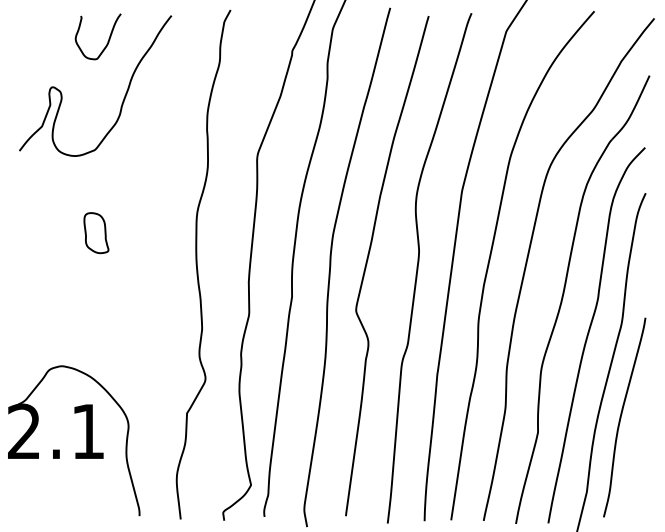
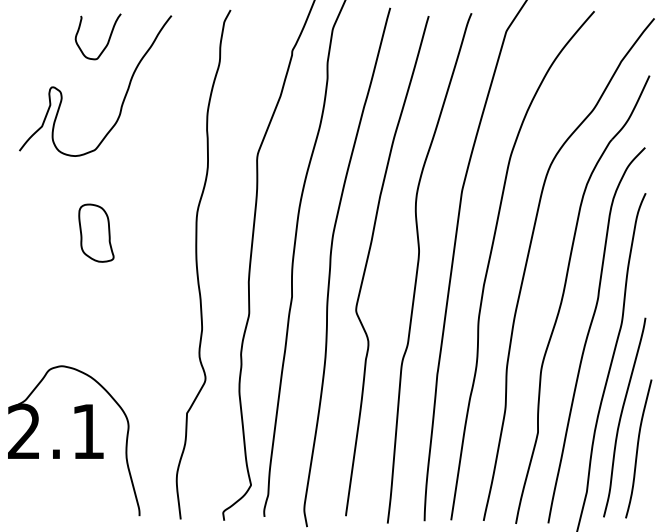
part at (96, 233) size: 27x43 px -> 37x60 px
curve at (638, 448): none -> present
